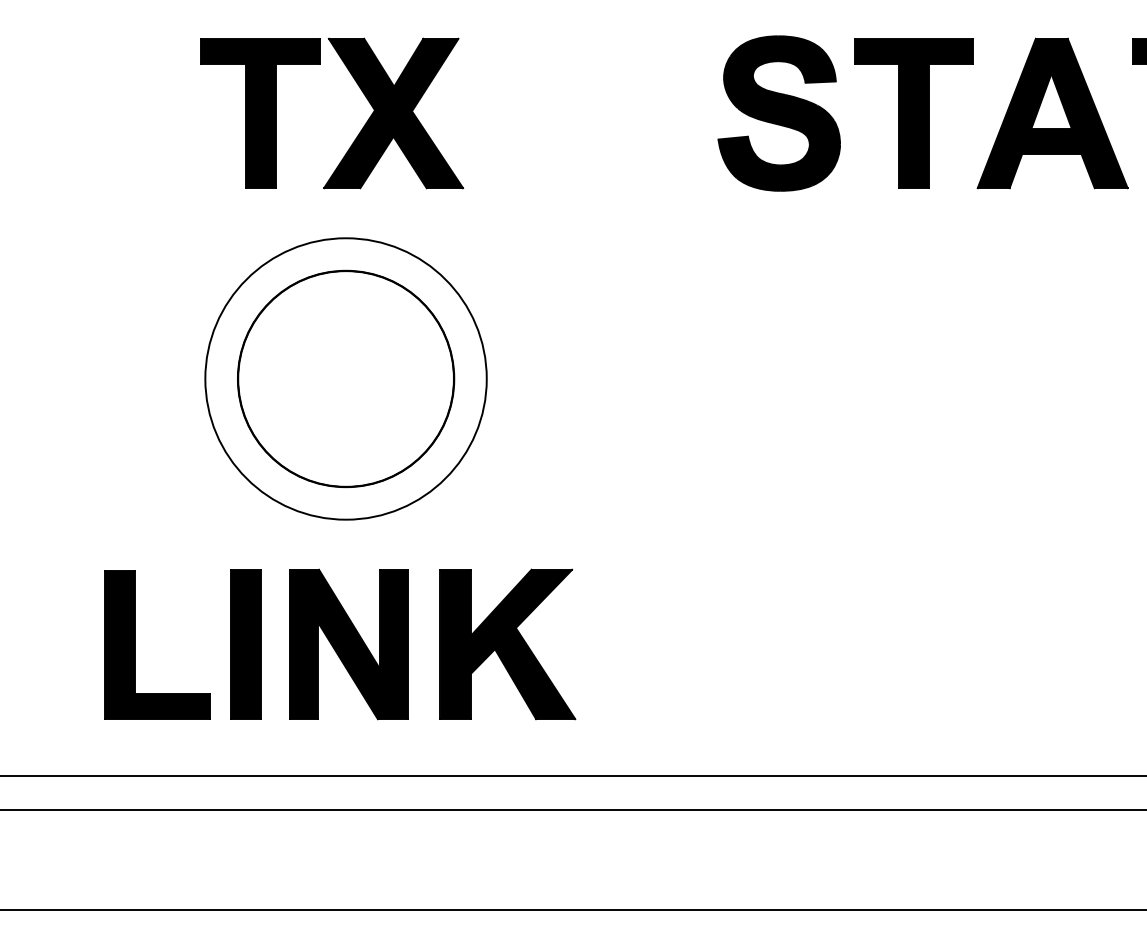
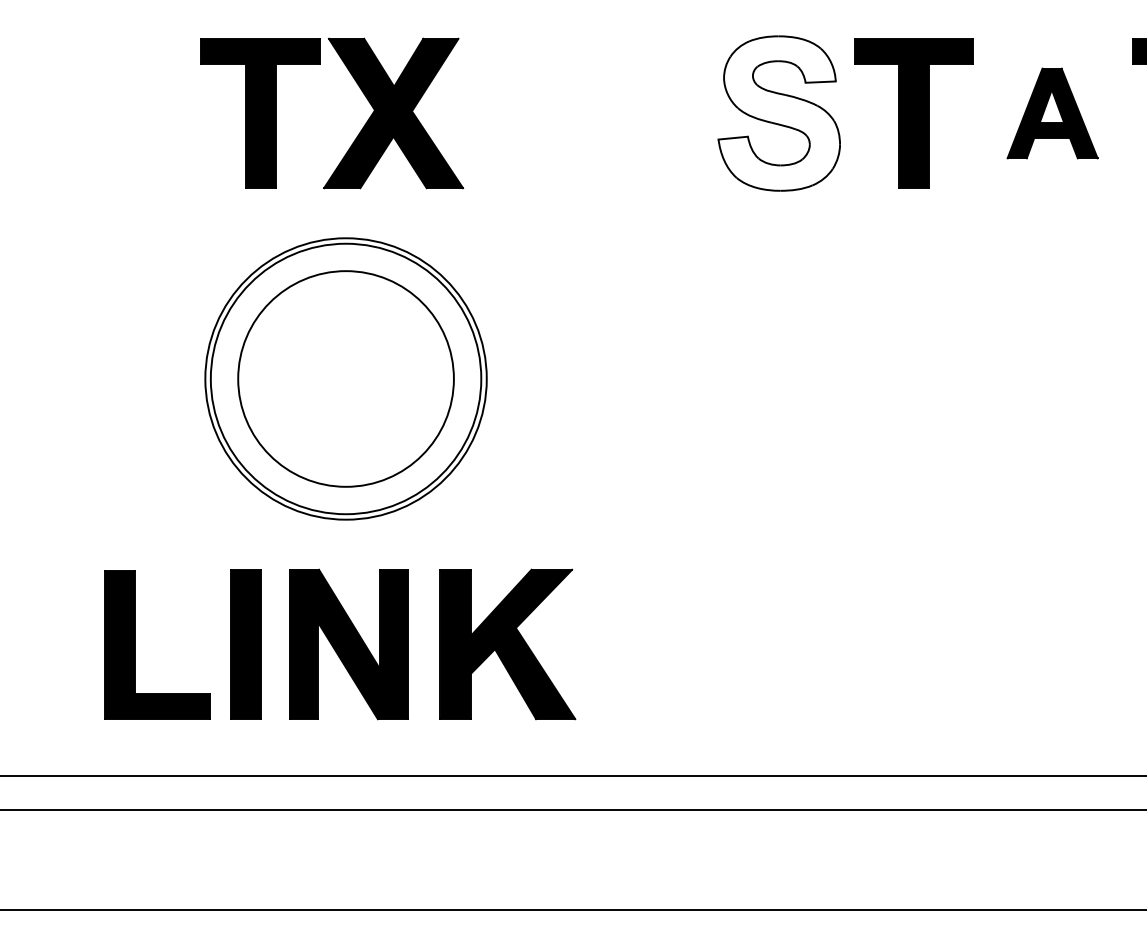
fill at (779, 113): present -> none
part at (1052, 113) size: 153x153 px -> 93x93 px
circle at (345, 378) diameter: 216 px -> 270 px
